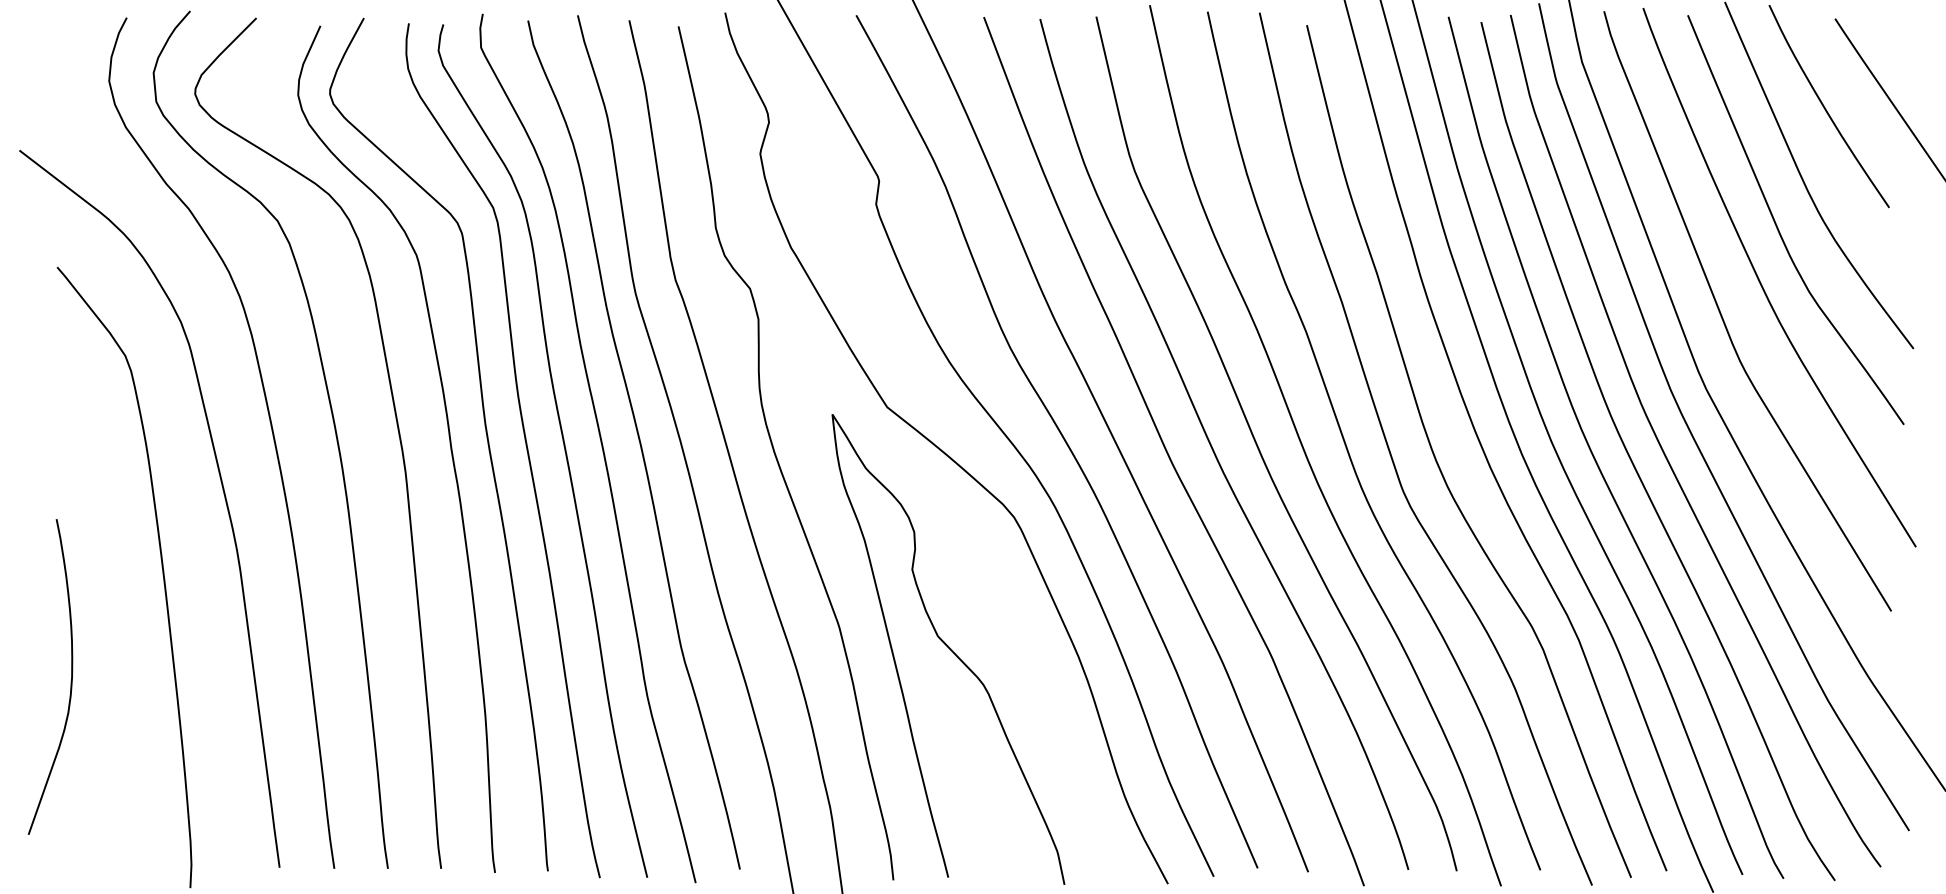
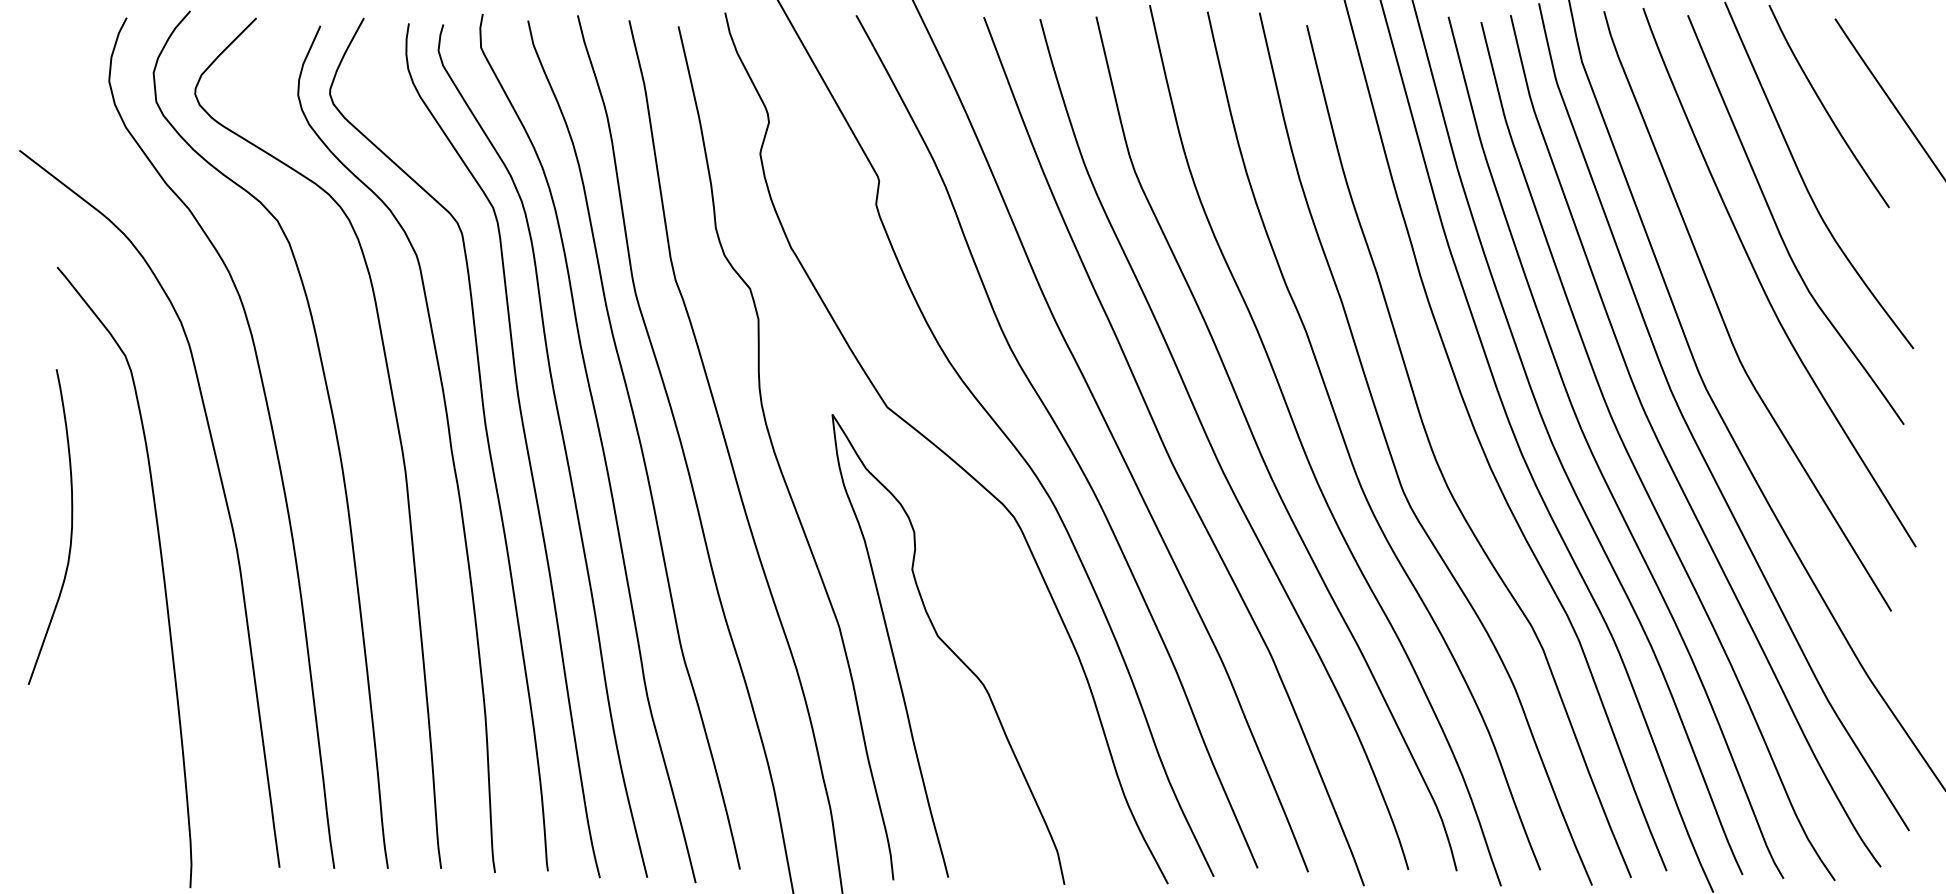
curve at (70, 681) position: (70, 681) -> (70, 531)
